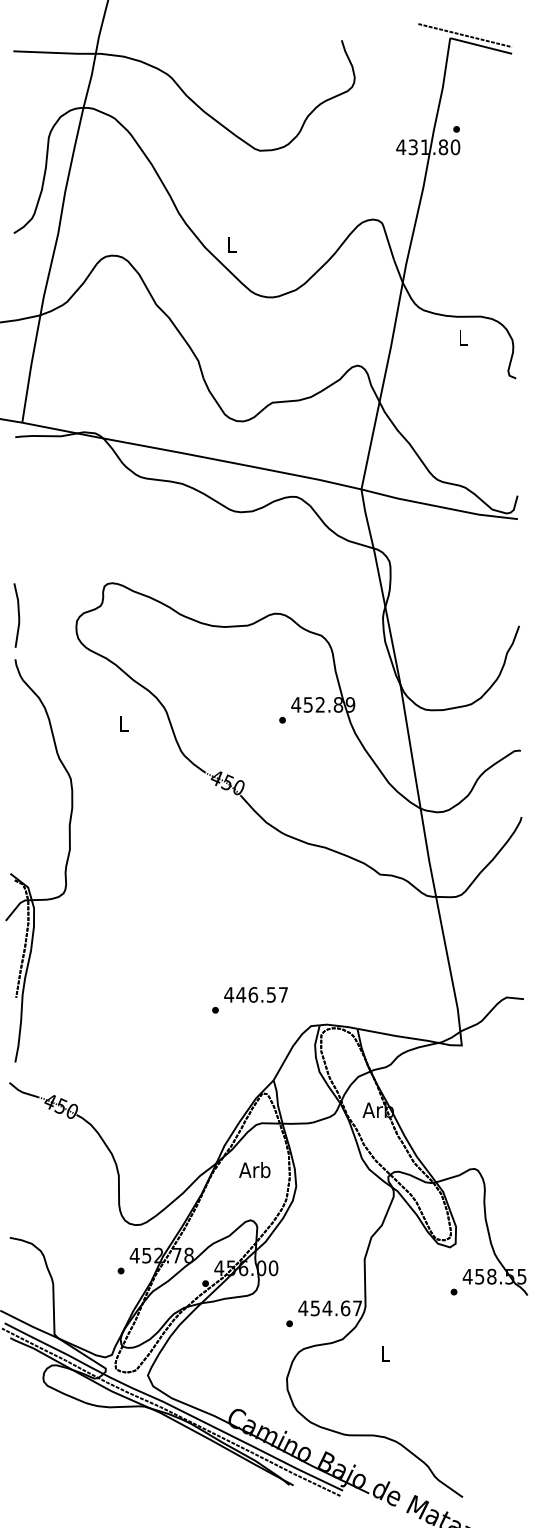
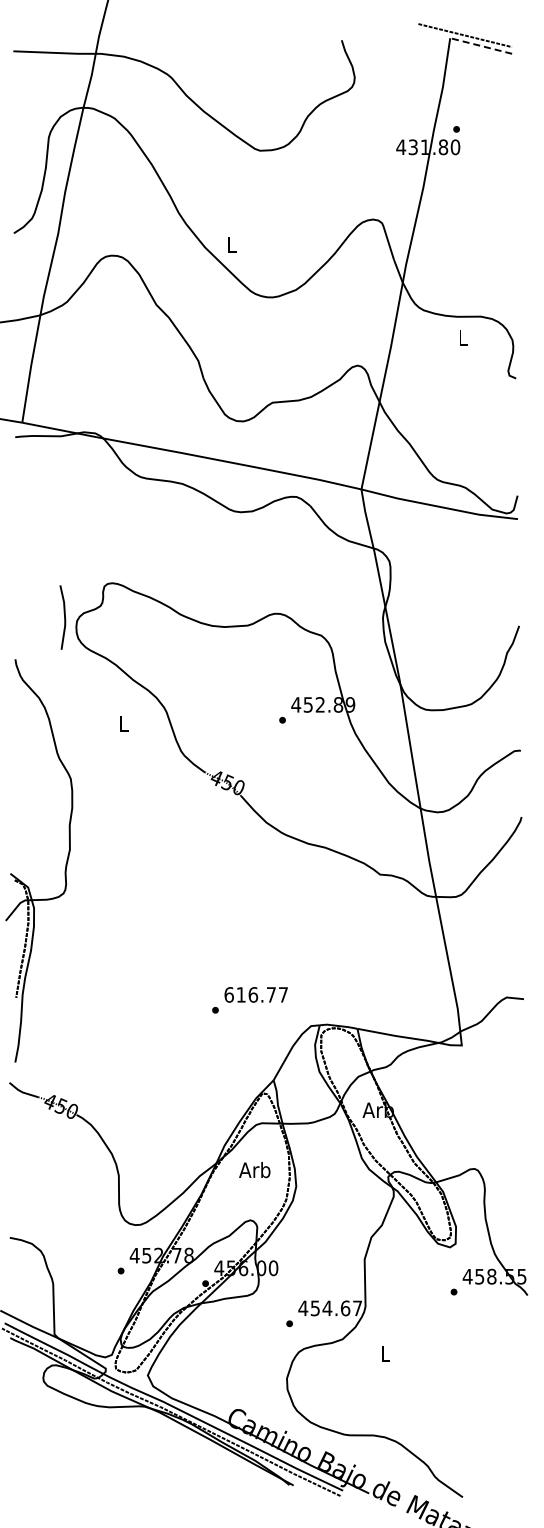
line at (481, 46): solid -> dashed
line at (18, 615) position: (18, 615) -> (64, 617)
text at (249, 994): 446.57 -> 616.77
